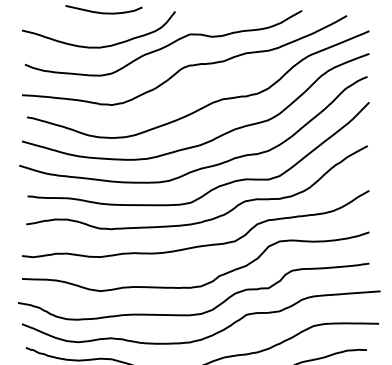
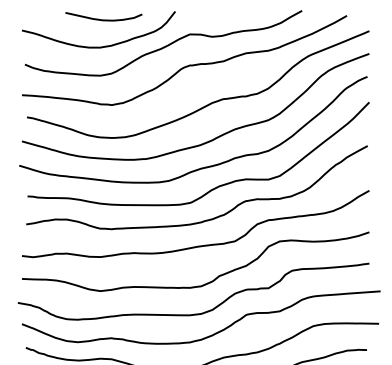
curve at (103, 12) position: (103, 12) -> (103, 19)
